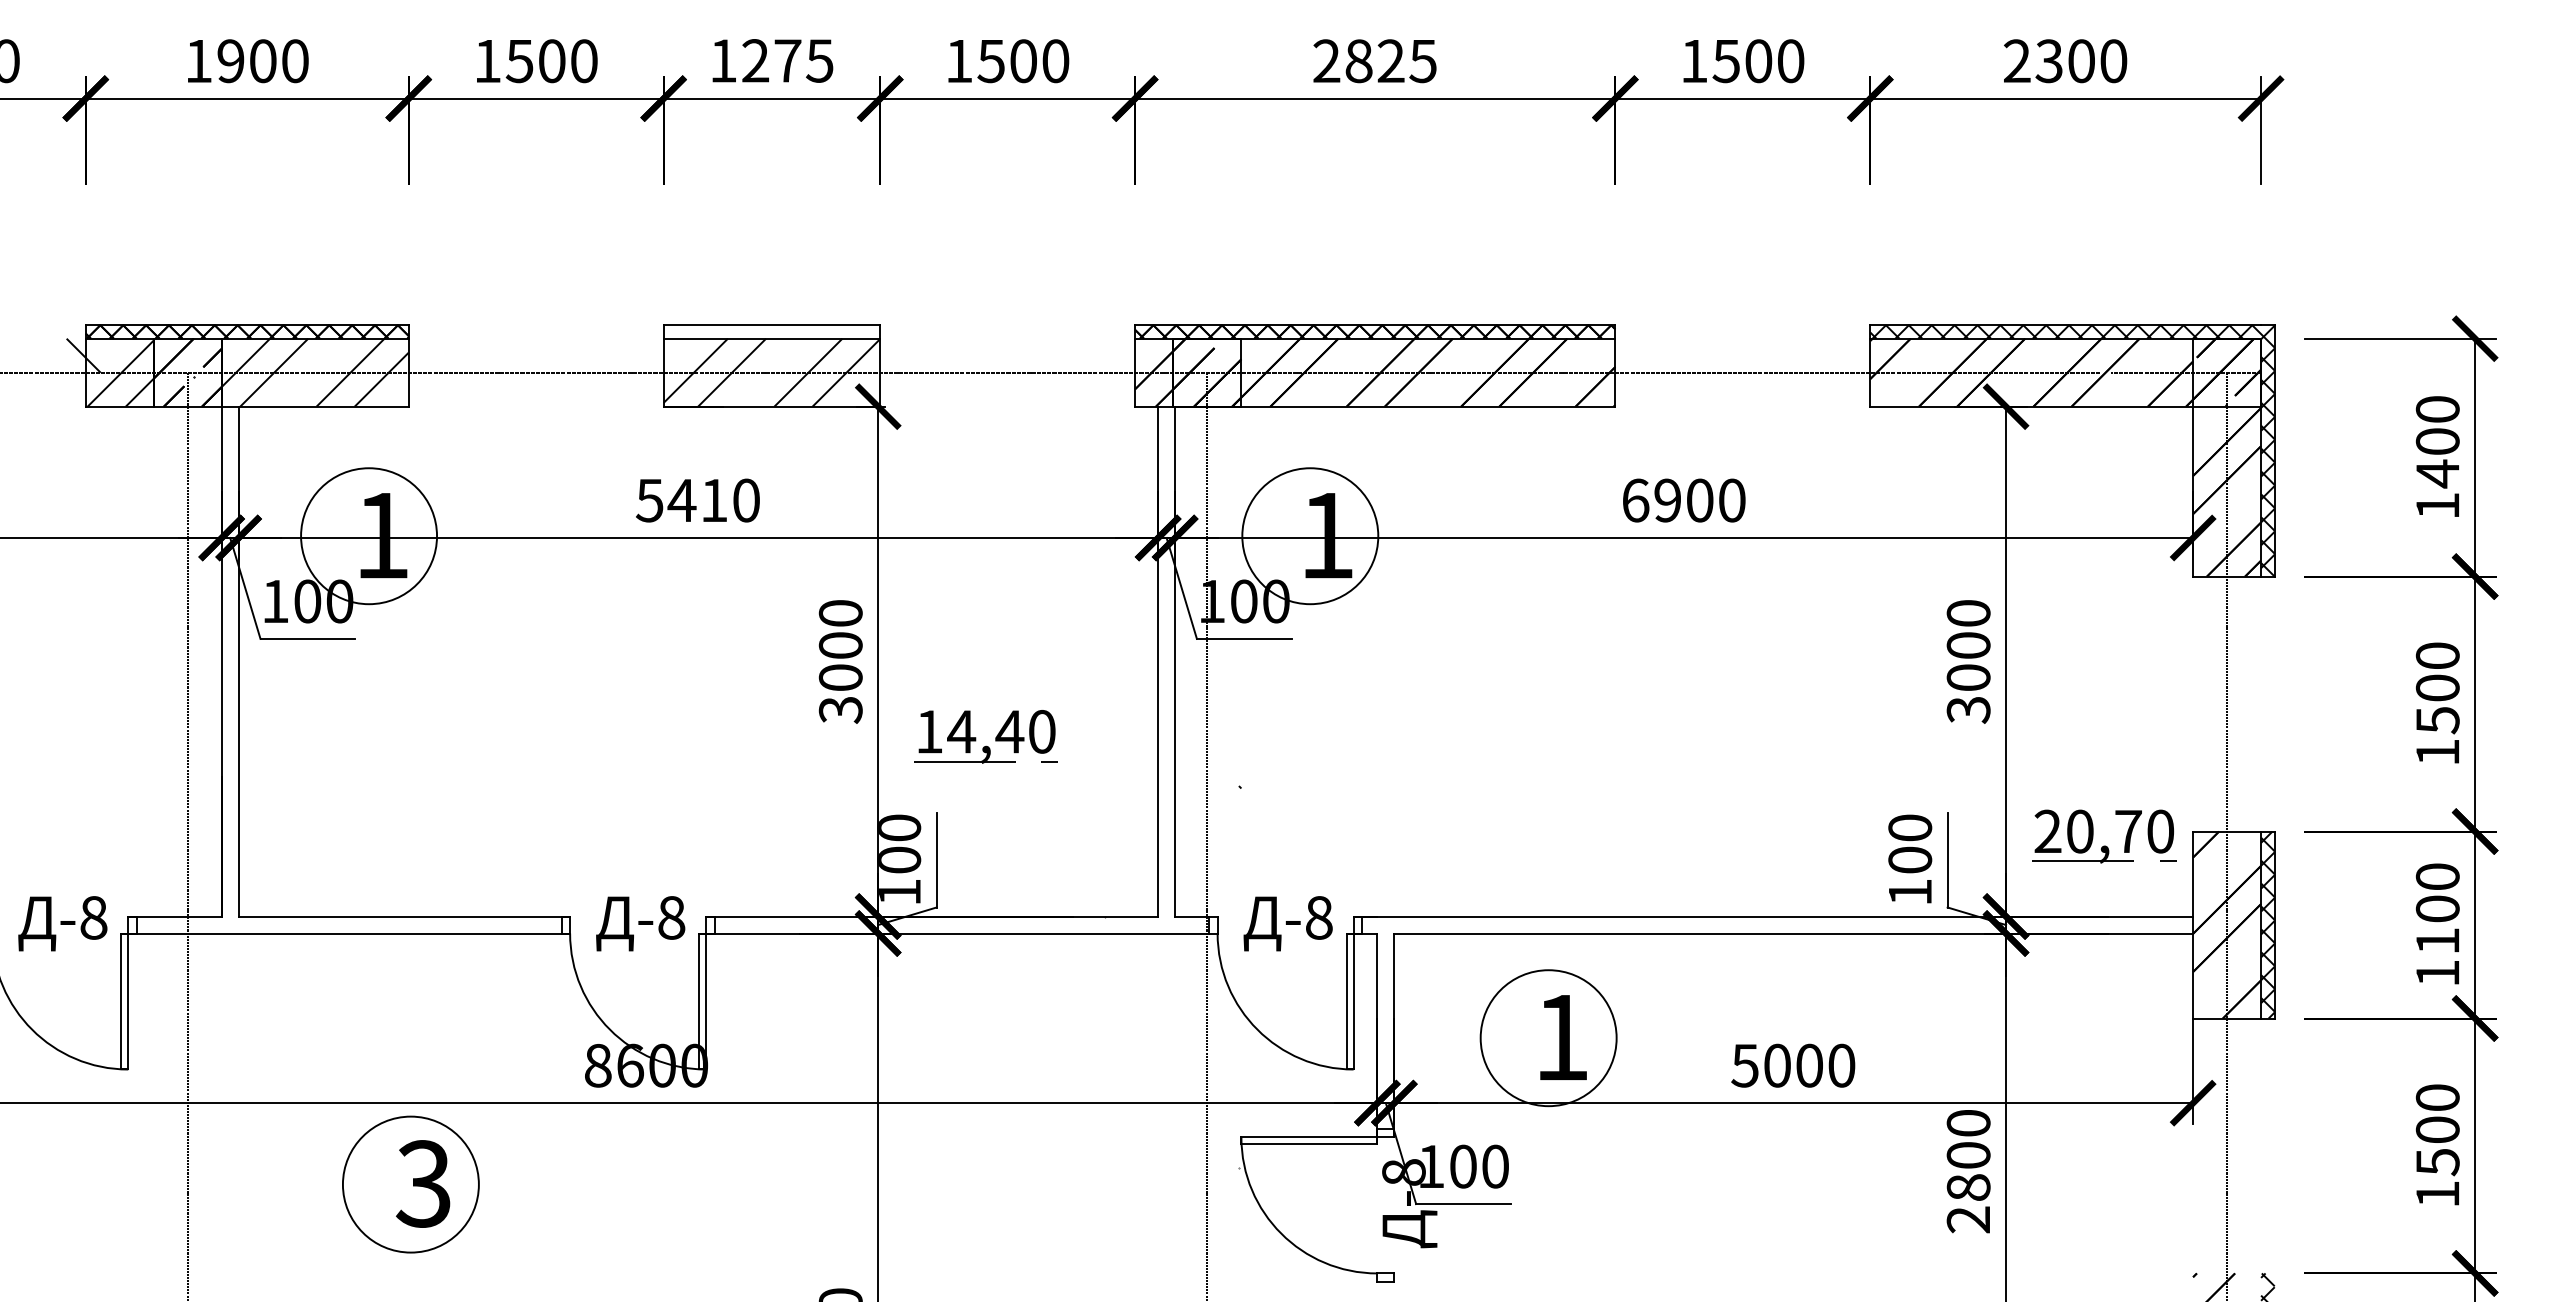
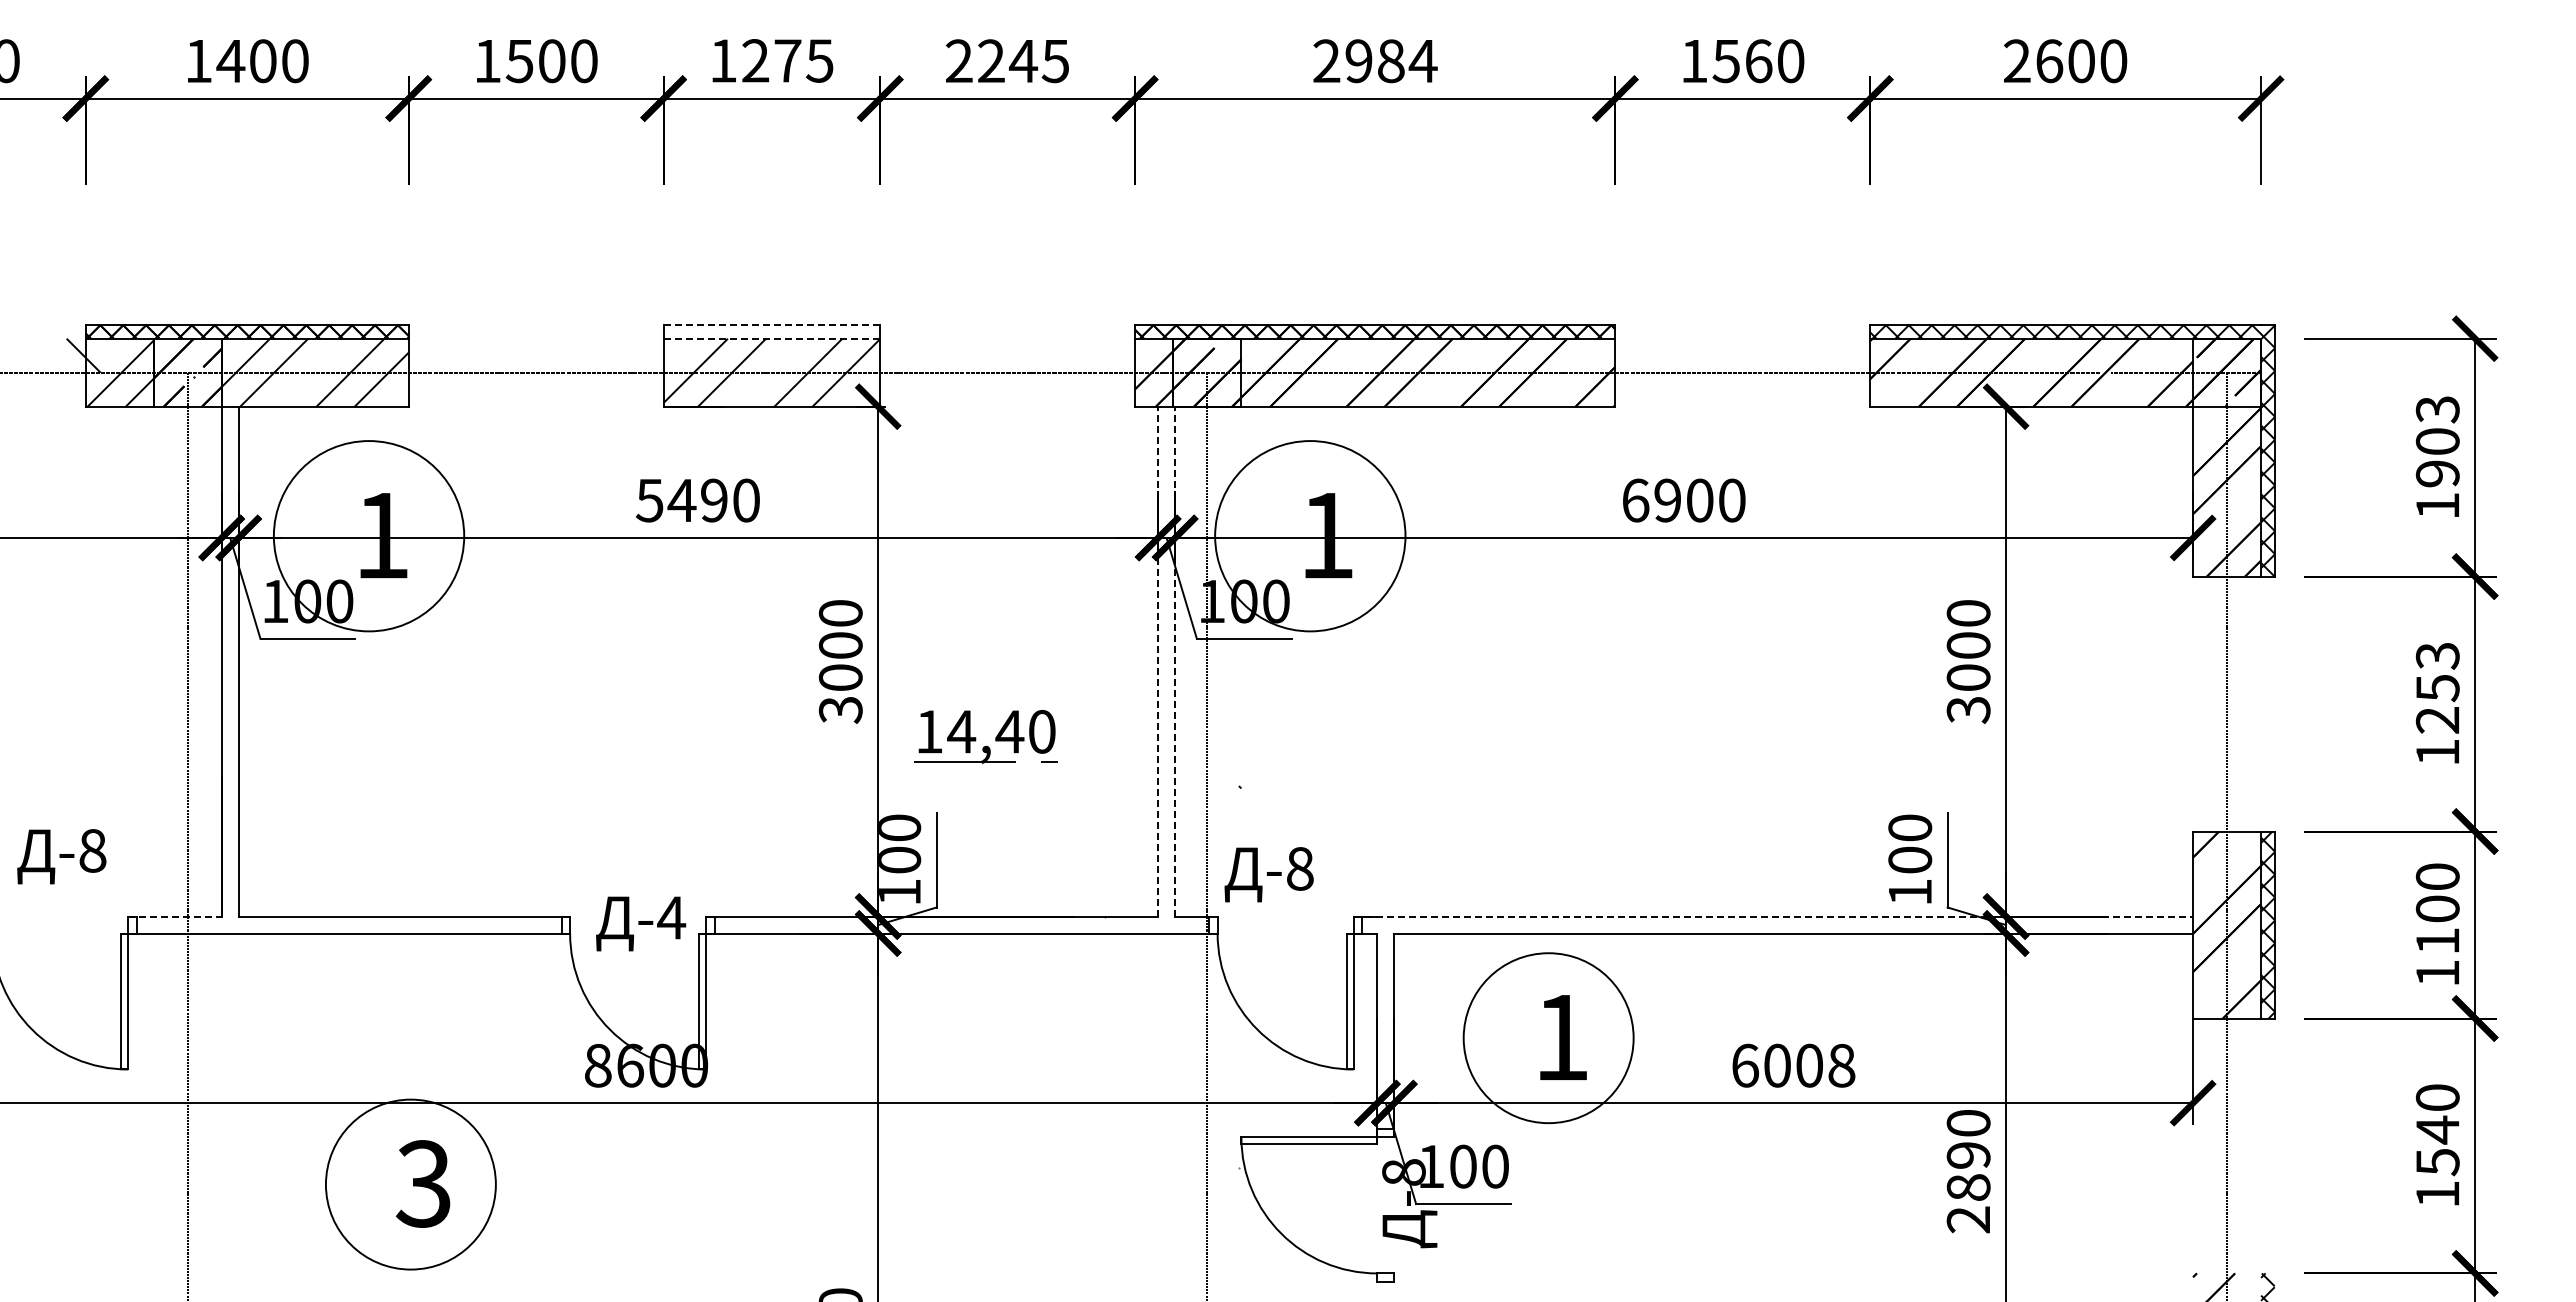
text at (230, 61): 1900 -> 1400
text at (1007, 61): 1500 -> 2245
text at (1391, 61): 2825 -> 2984
text at (1758, 61): 1500 -> 1560
text at (2049, 61): 2300 -> 2600
line at (771, 325): solid -> dashed
line at (771, 338): solid -> dashed
text at (2437, 442): 1400 -> 1903
text at (714, 500): 5410 -> 5490
circle at (369, 536) diameter: 136 px -> 190 px
circle at (1310, 536) diameter: 136 px -> 190 px
line at (1158, 661): solid -> dashed
line at (1175, 661): solid -> dashed
text at (2437, 688): 1500 -> 1253
part at (2104, 845): present -> none
line at (175, 916): solid -> dashed
line at (1773, 916): solid -> dashed
text at (671, 917): -8 -> -4
text at (62, 923) position: (62, 923) -> (61, 856)
text at (1287, 923) position: (1287, 923) -> (1268, 874)
circle at (1548, 1038) diameter: 136 px -> 170 px
text at (1793, 1065): 5000 -> 6008
text at (2437, 1129): 1500 -> 1540
text at (1968, 1155): 2800 -> 2890
circle at (410, 1184) diameter: 136 px -> 170 px
